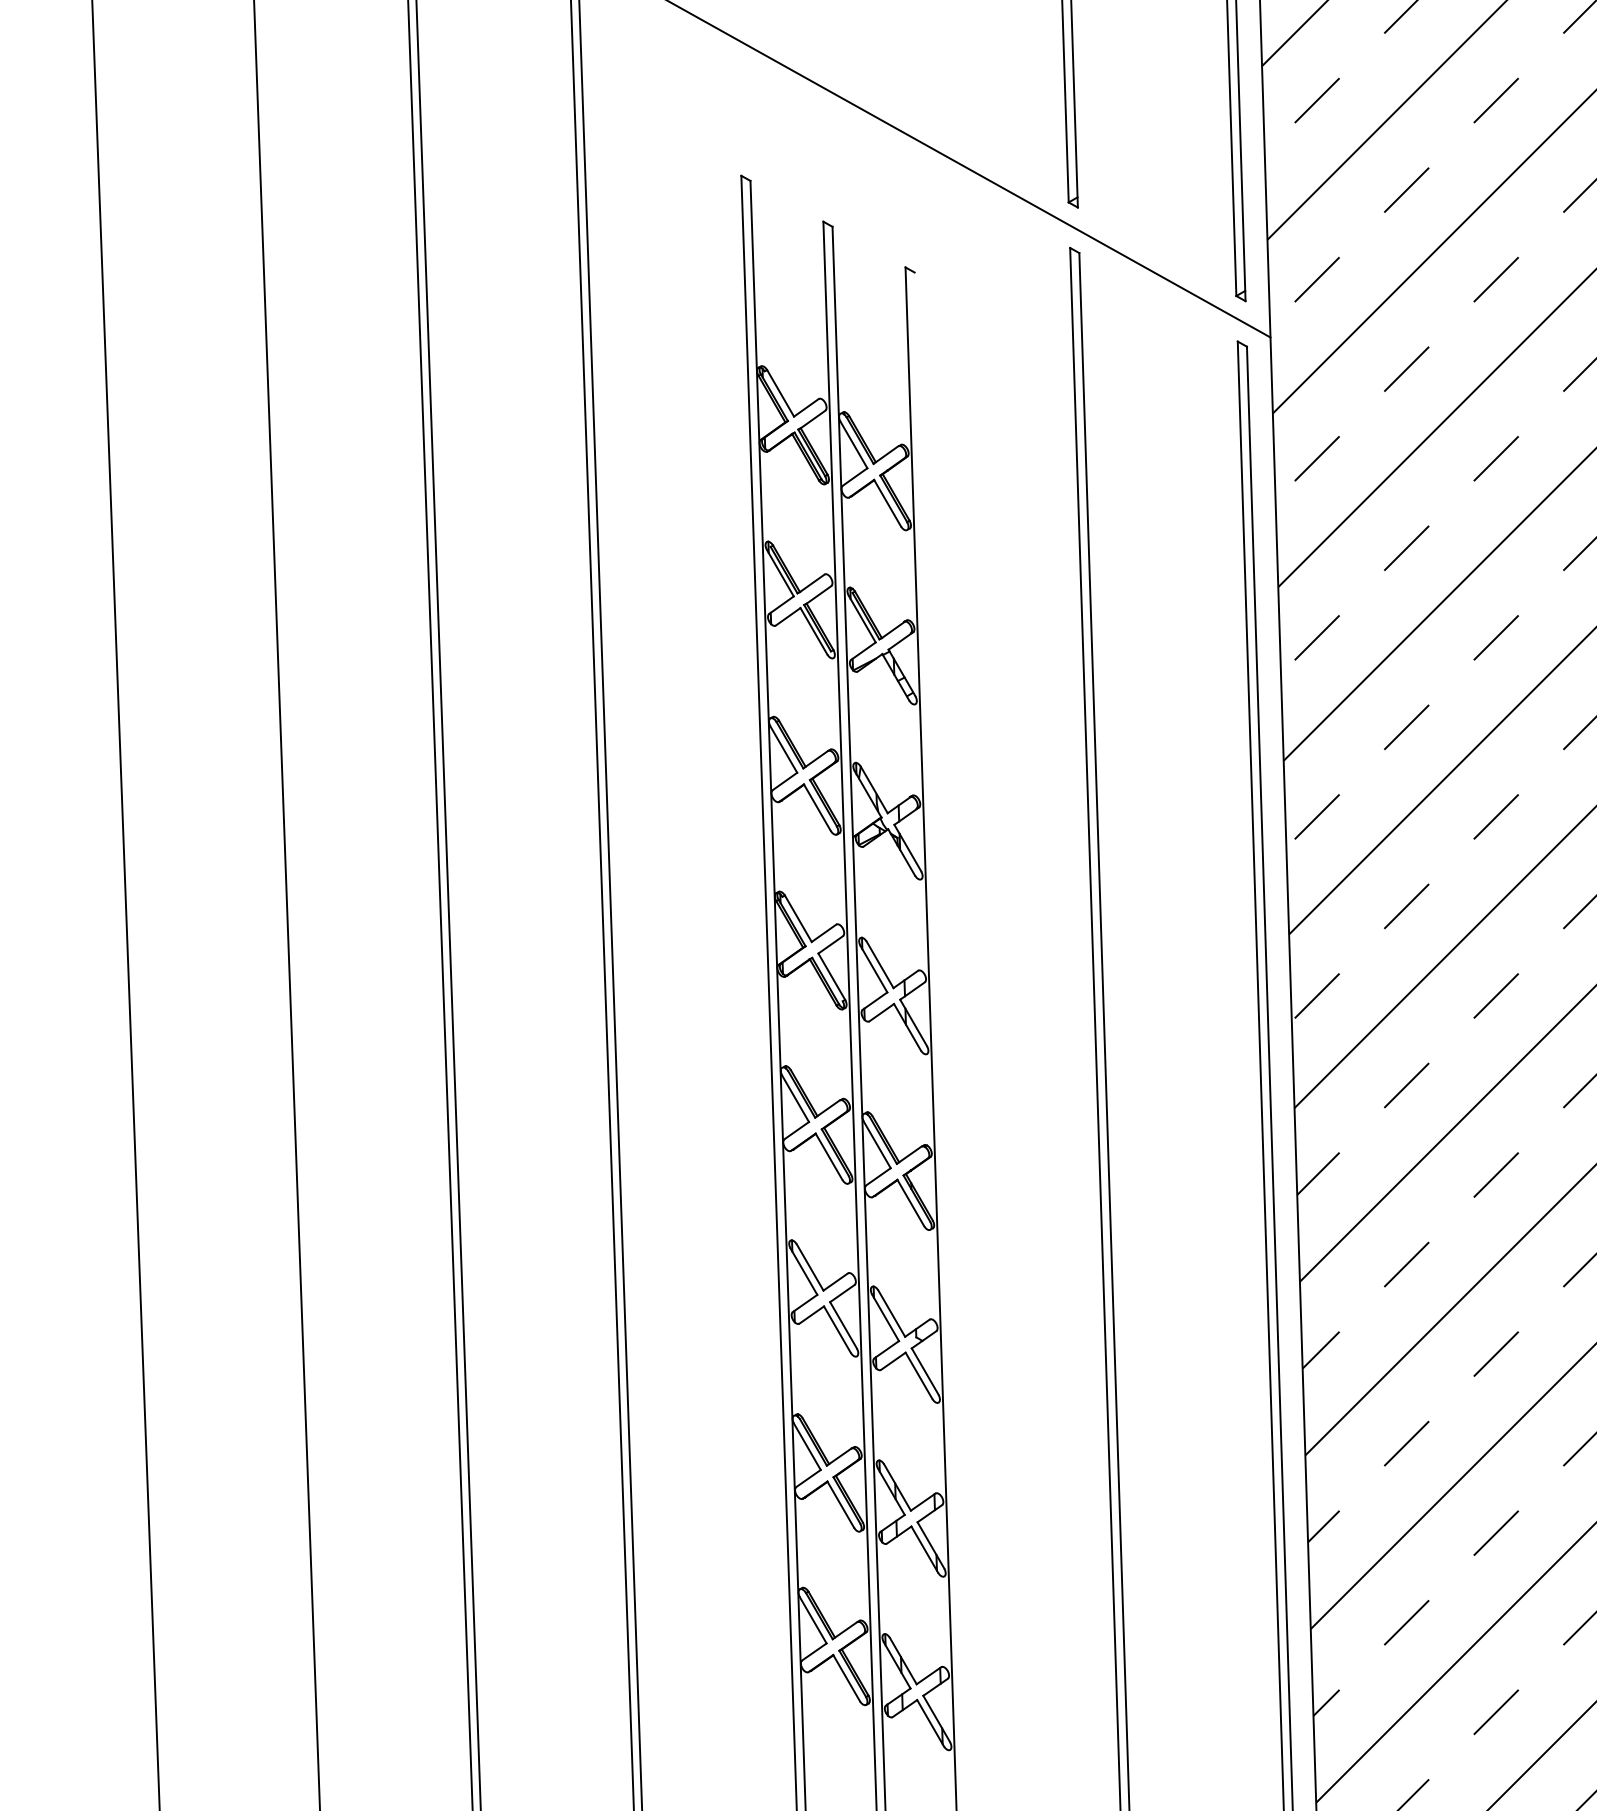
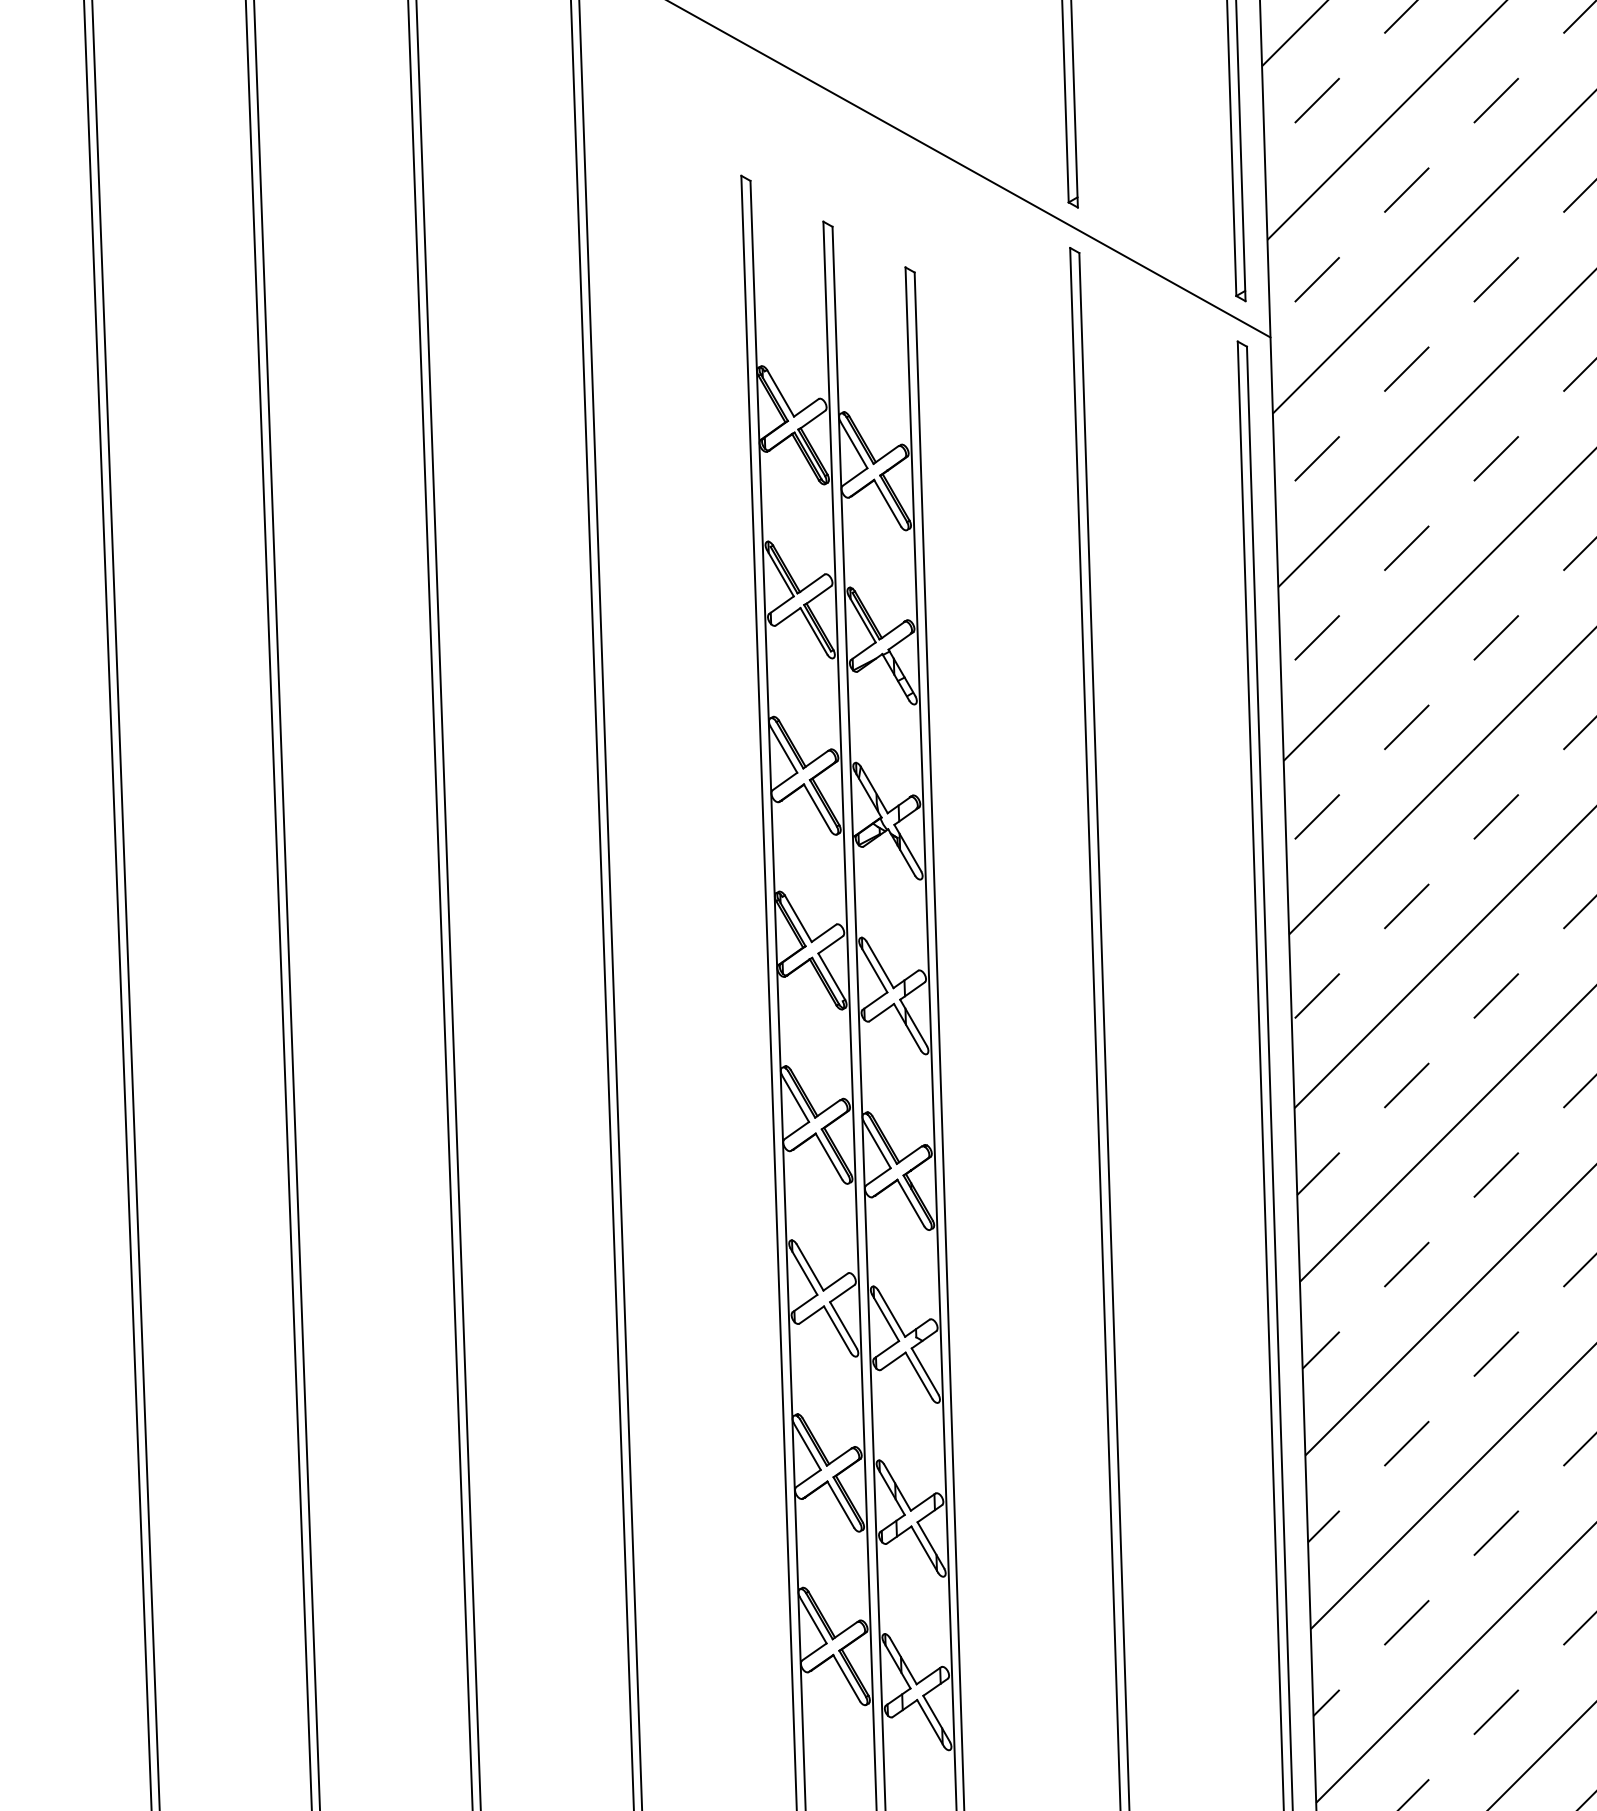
line at (117, 904): none -> present
line at (278, 904): none -> present
line at (939, 1039): none -> present
